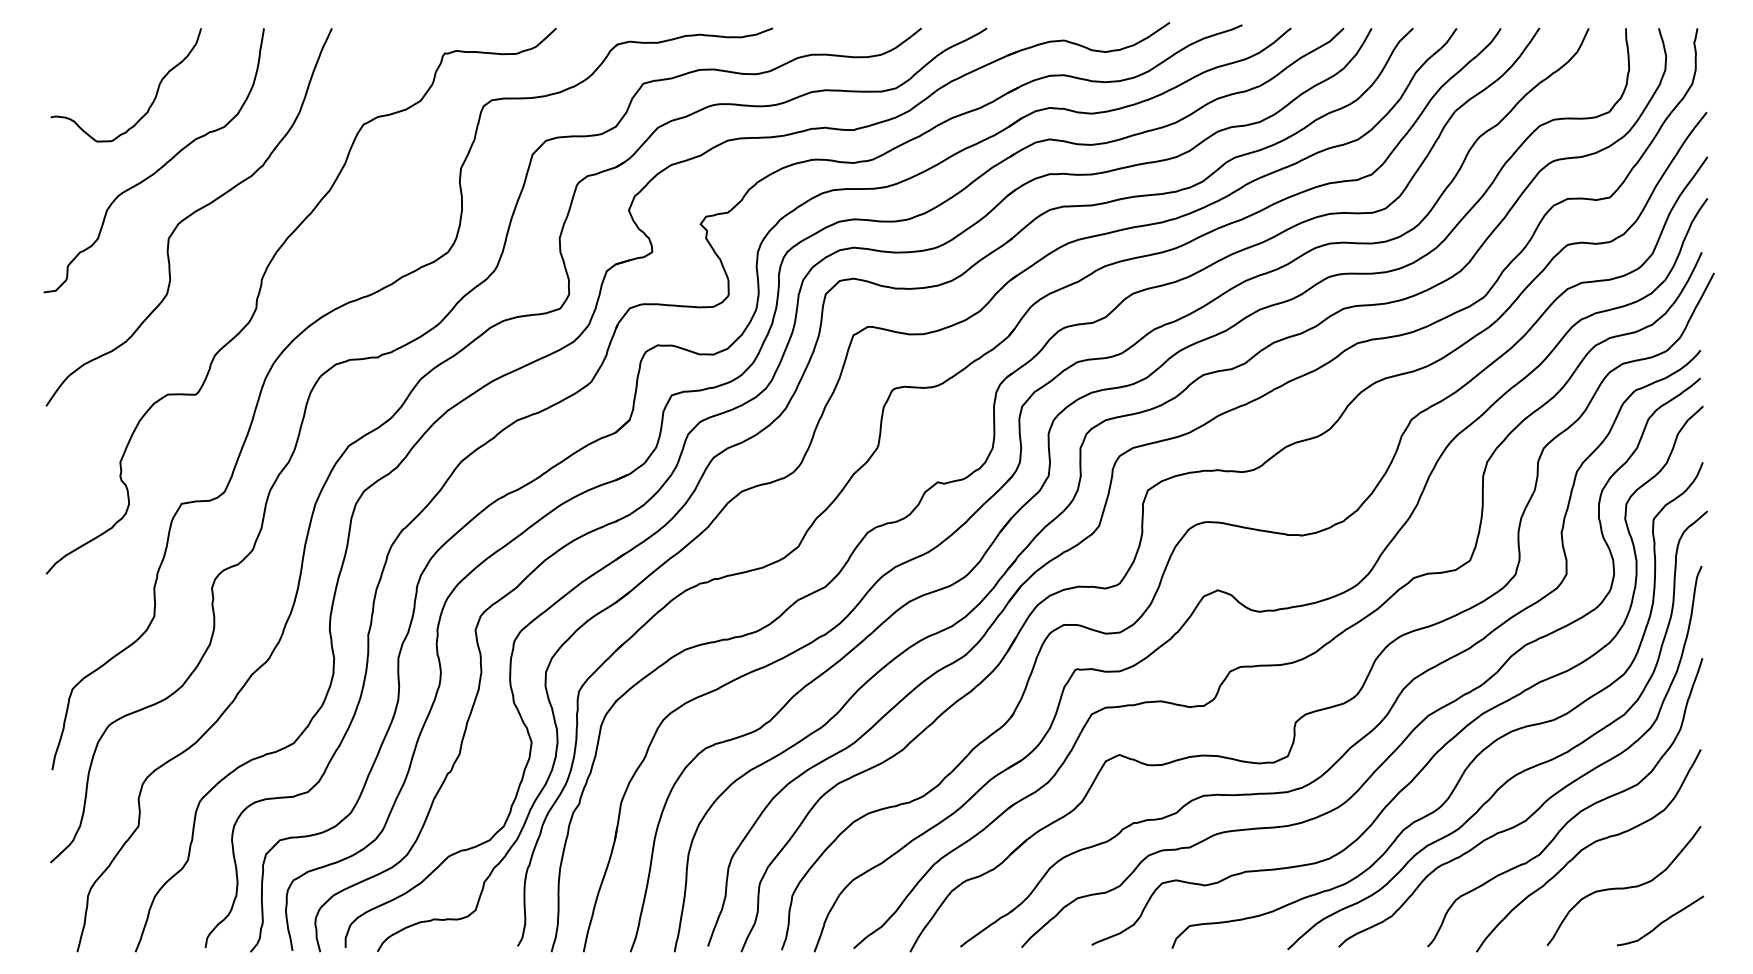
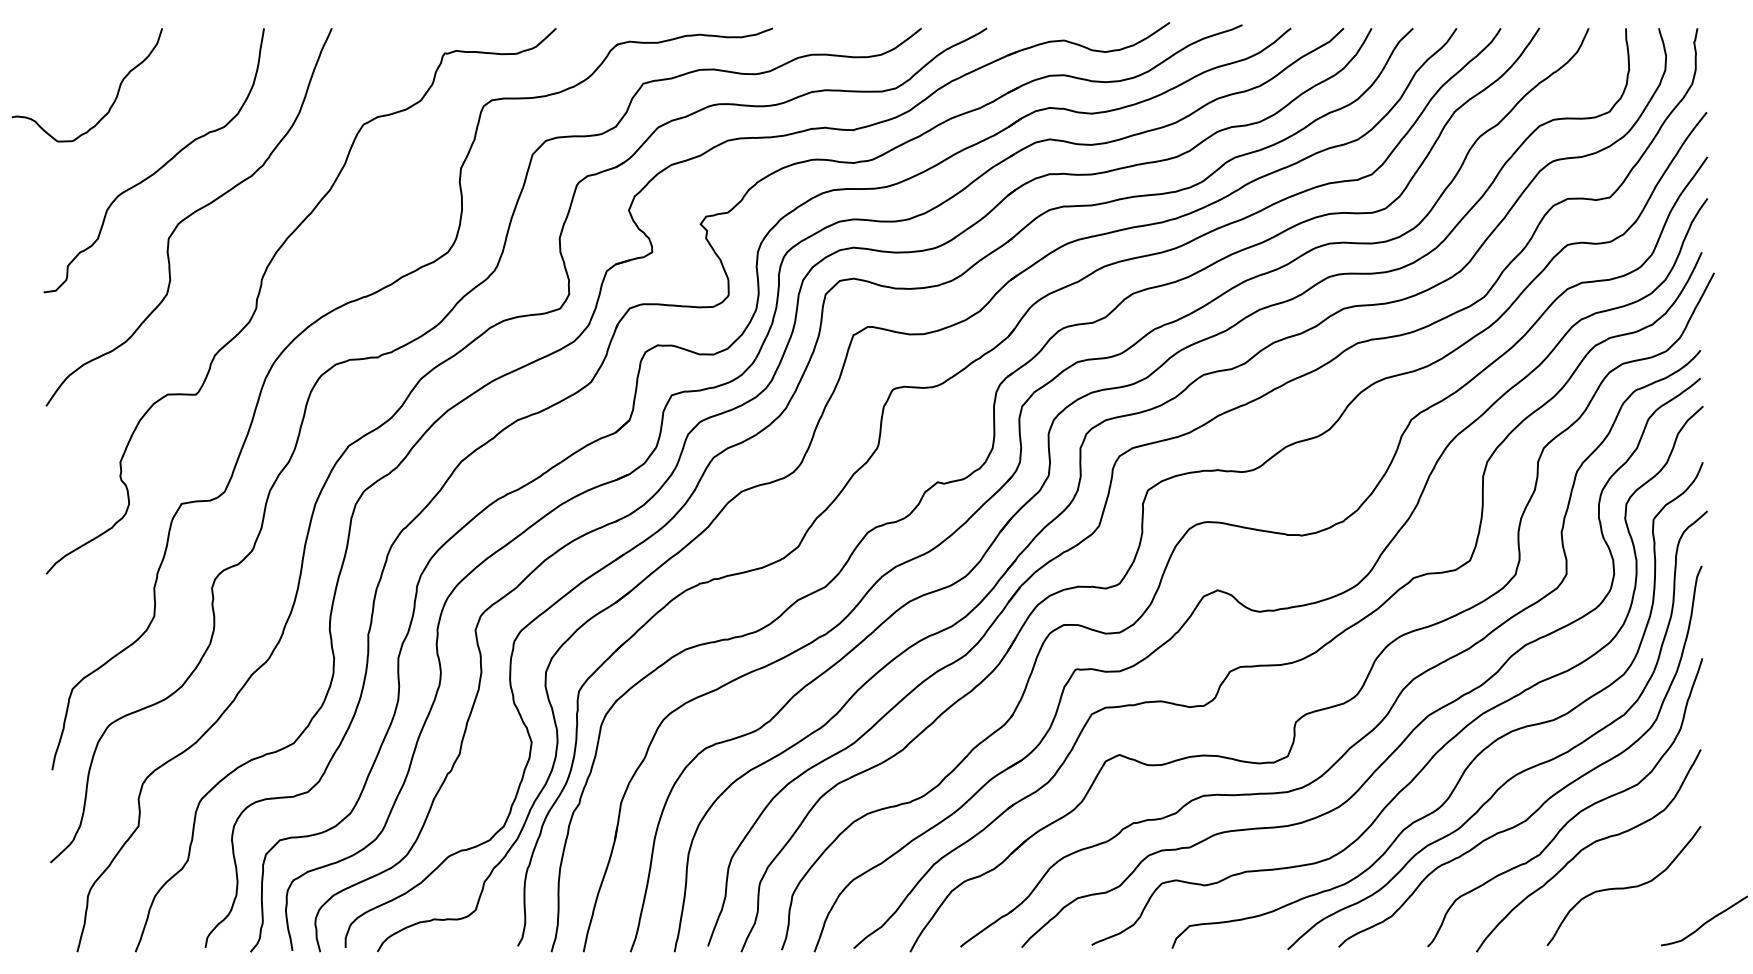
curve at (153, 99) position: (153, 99) -> (114, 99)
curve at (1661, 921) position: (1661, 921) -> (1705, 921)
